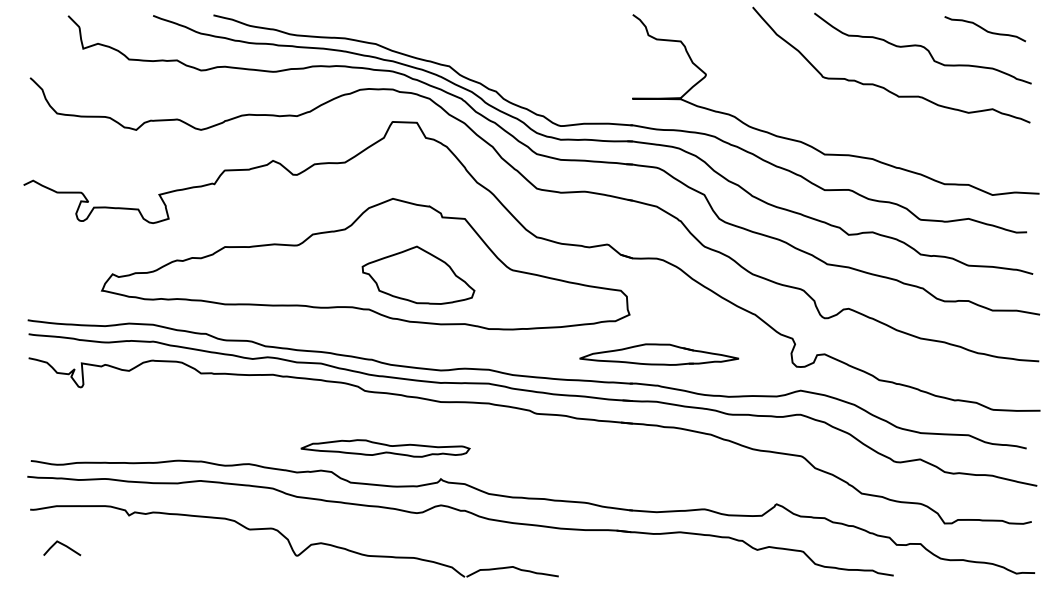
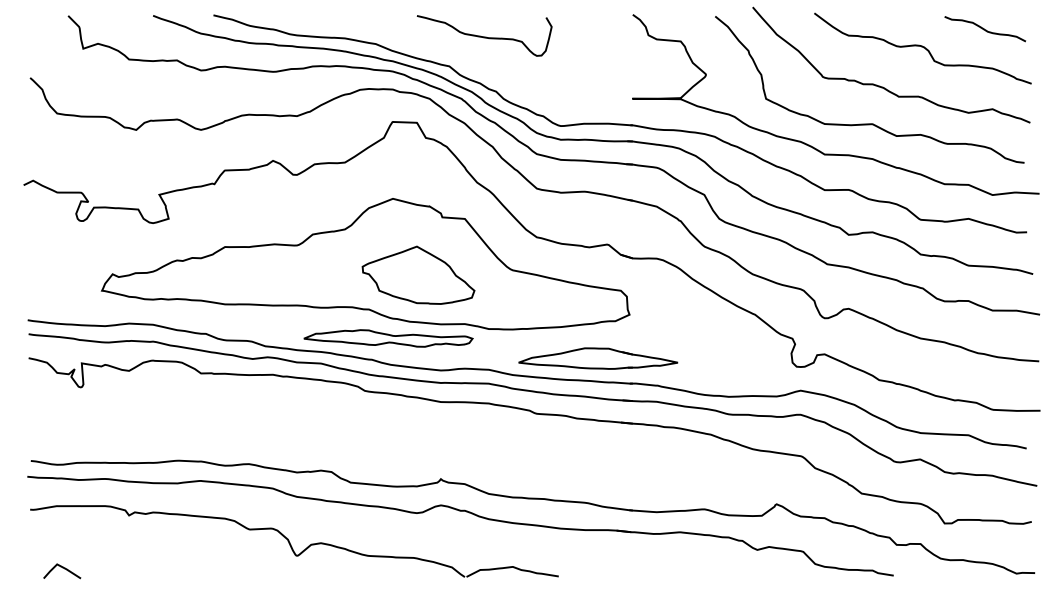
curve at (484, 36): none -> present
curve at (869, 123): none -> present
part at (659, 354) position: (659, 354) -> (598, 358)
part at (385, 448) position: (385, 448) -> (388, 338)
line at (64, 546) position: (64, 546) -> (64, 569)
